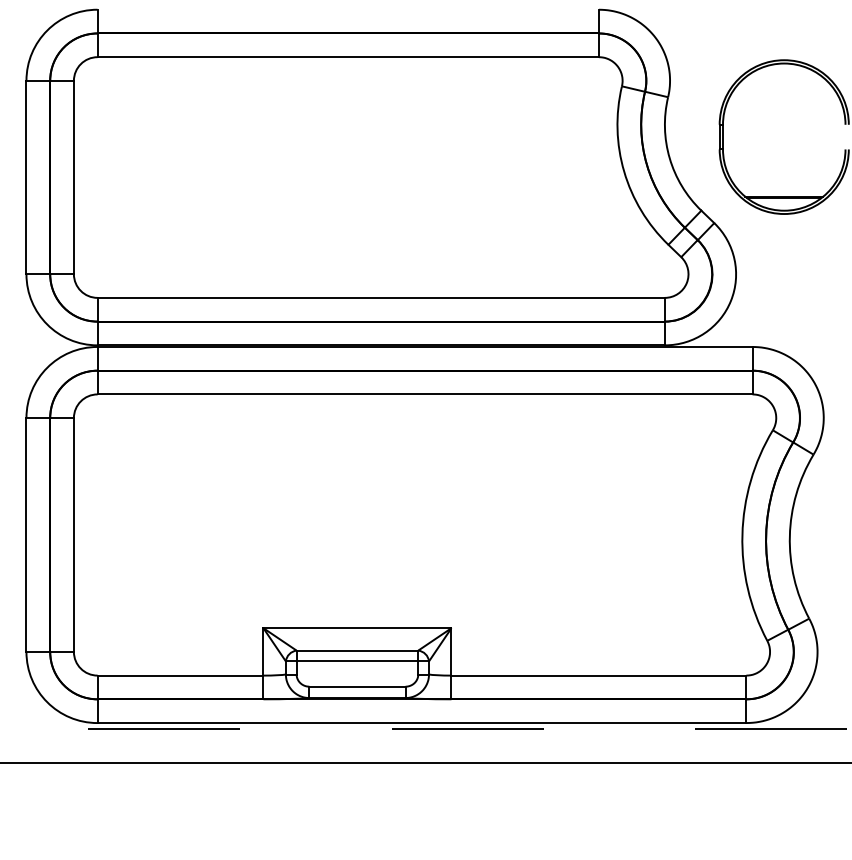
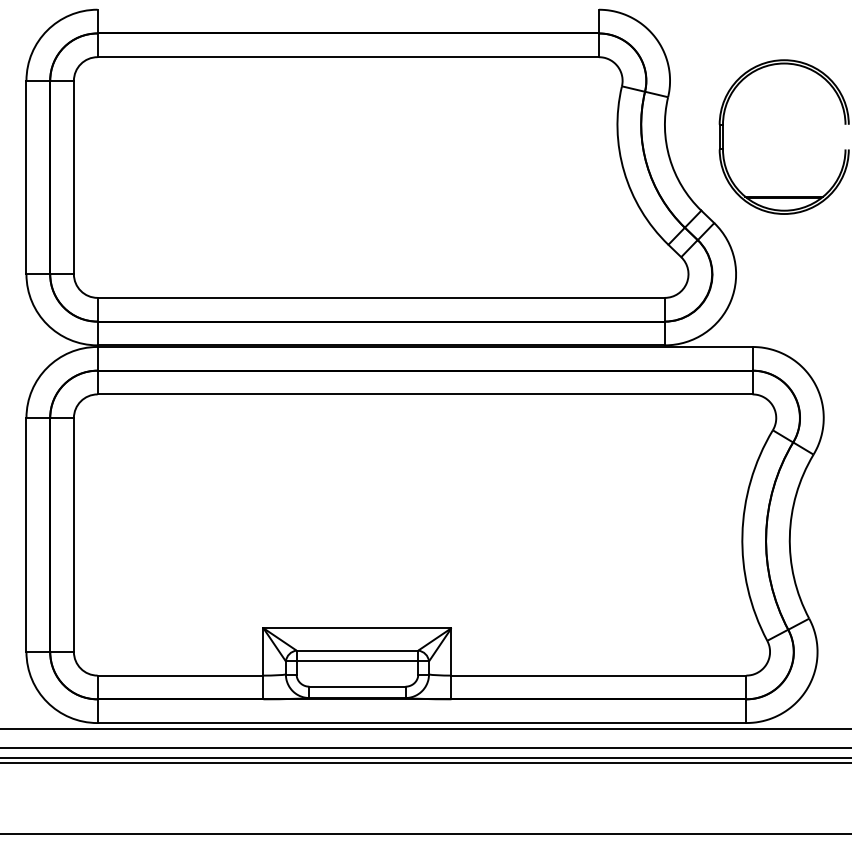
line at (426, 728): dashed -> solid
line at (425, 747): none -> present
line at (425, 757): none -> present
line at (425, 834): none -> present
